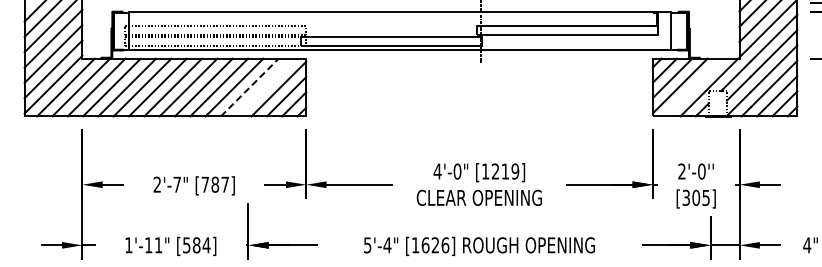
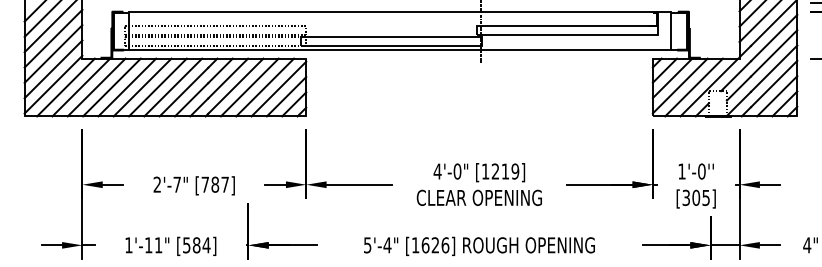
line at (249, 87): dashed -> solid
line at (265, 87): none -> present
line at (693, 87): none -> present
text at (681, 171): 2'-0'' -> 1'-0''
